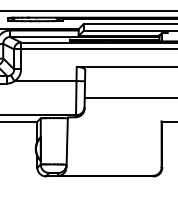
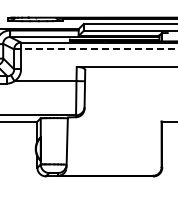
line at (88, 10): present -> none
line at (96, 49): solid -> dashed
line at (129, 97): present -> none
